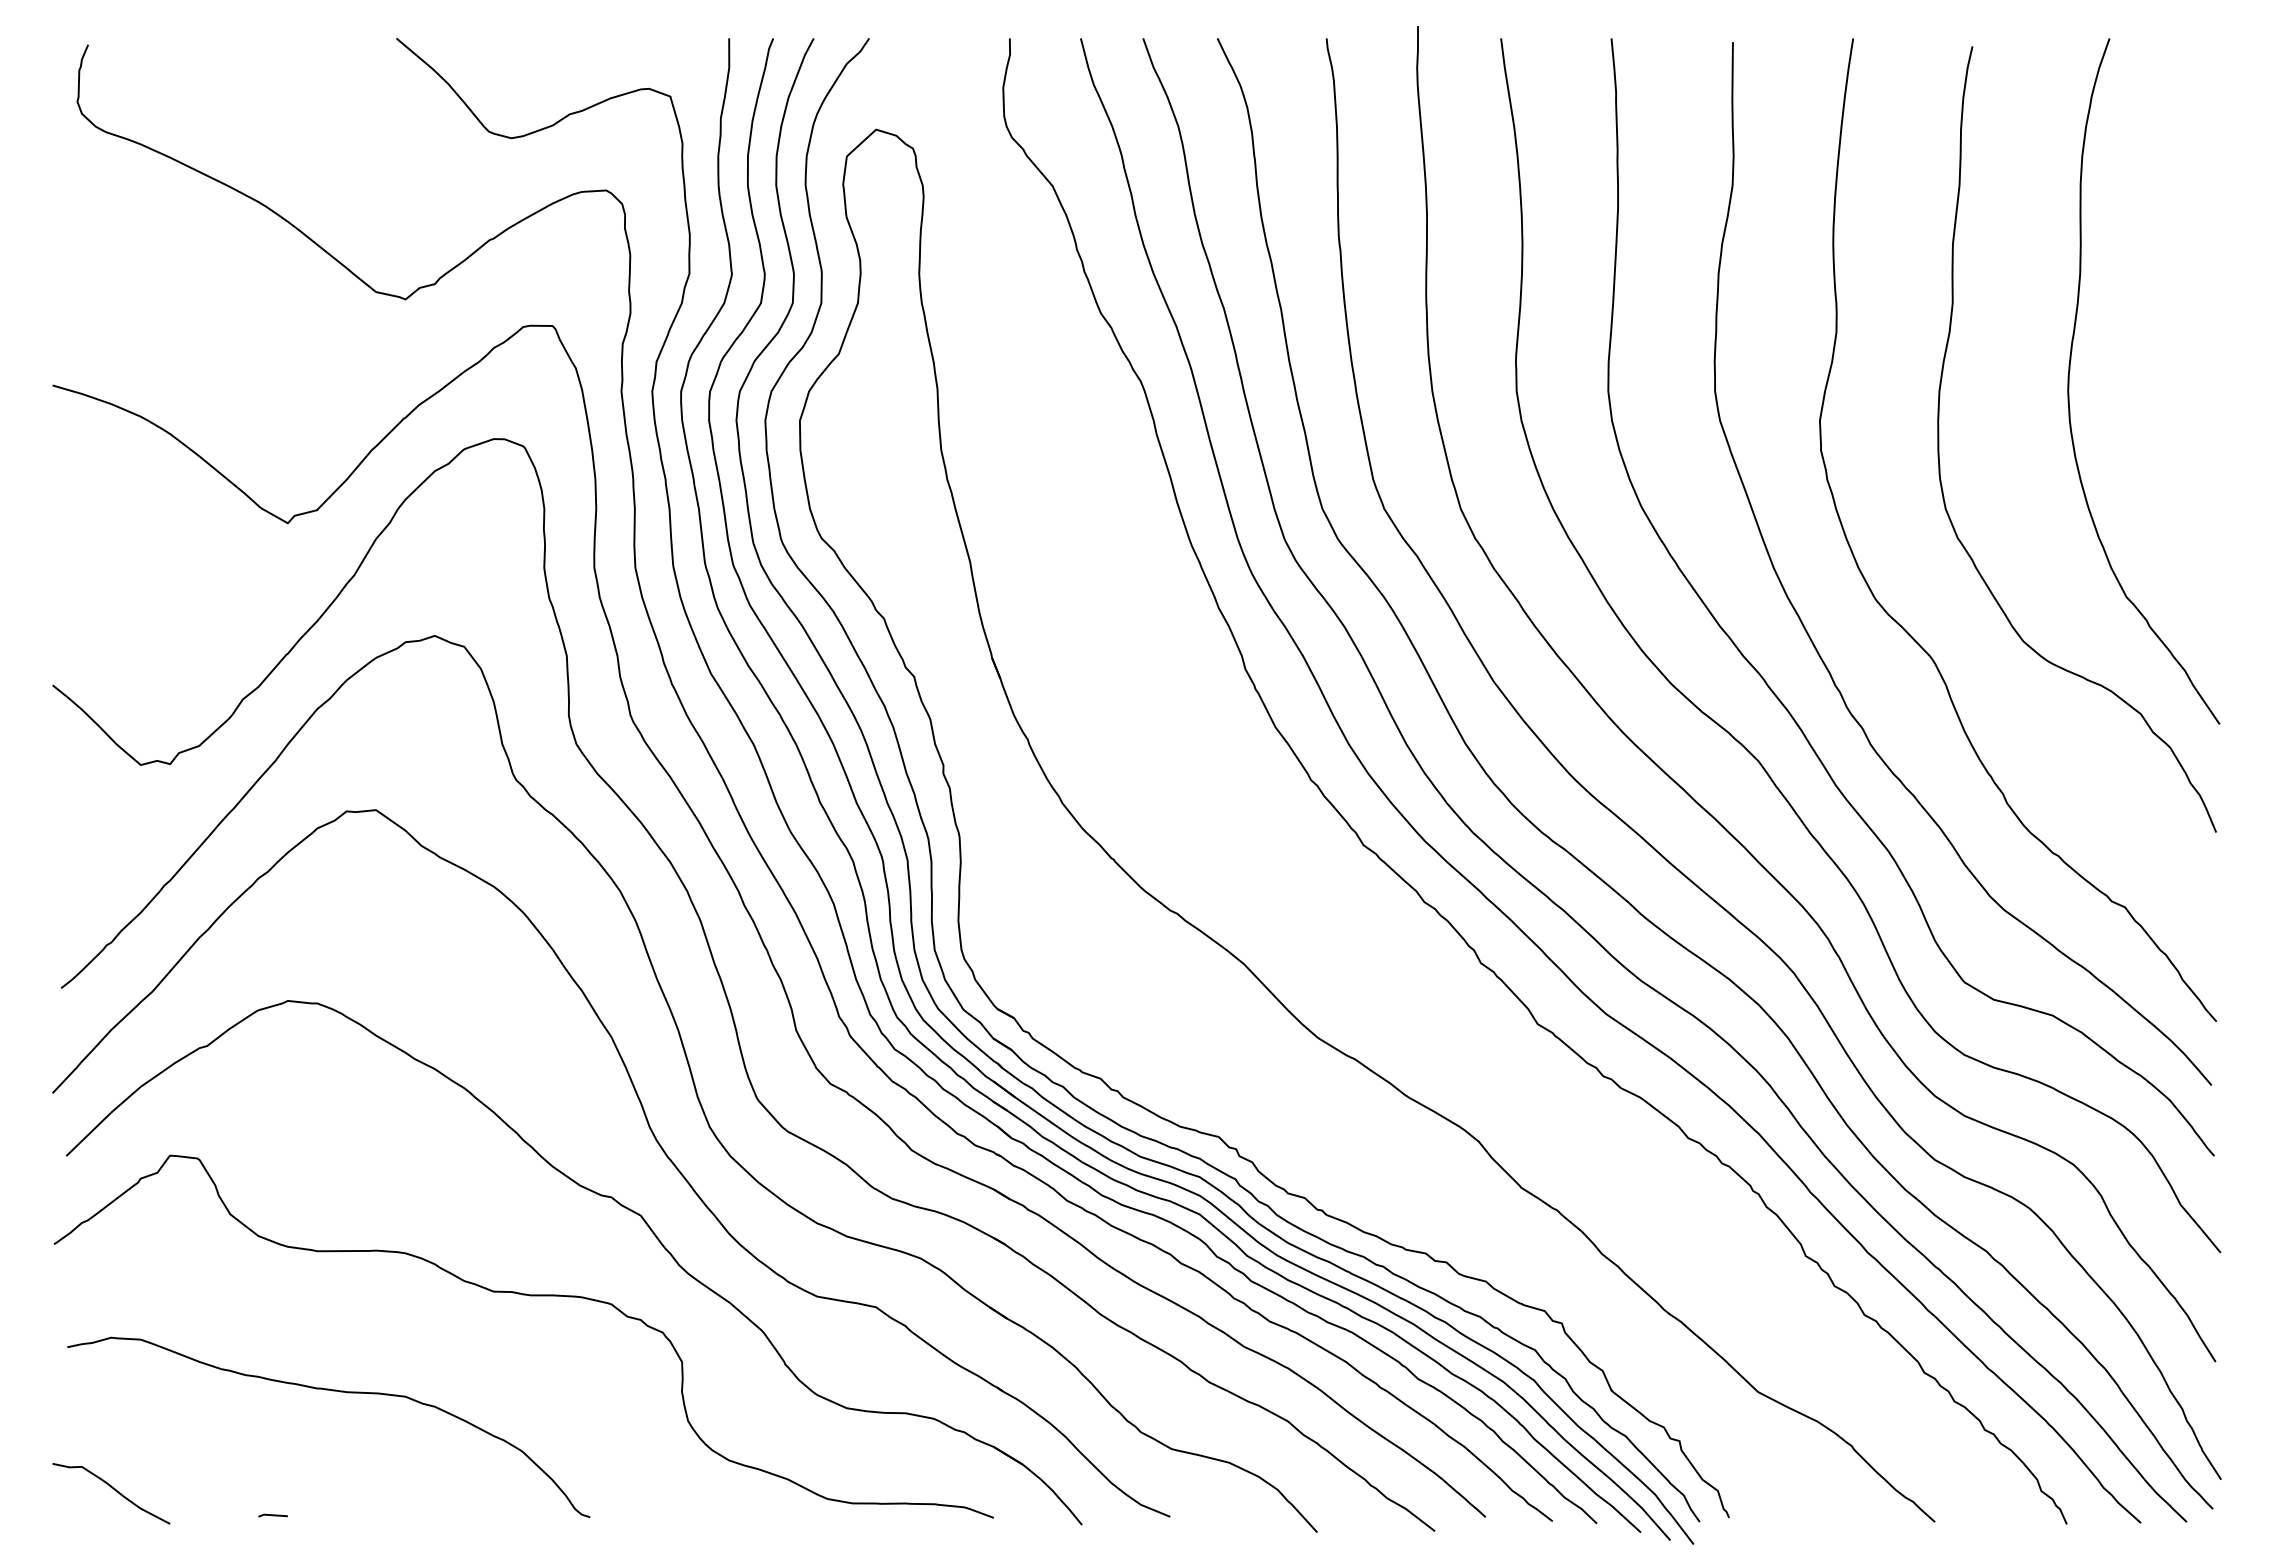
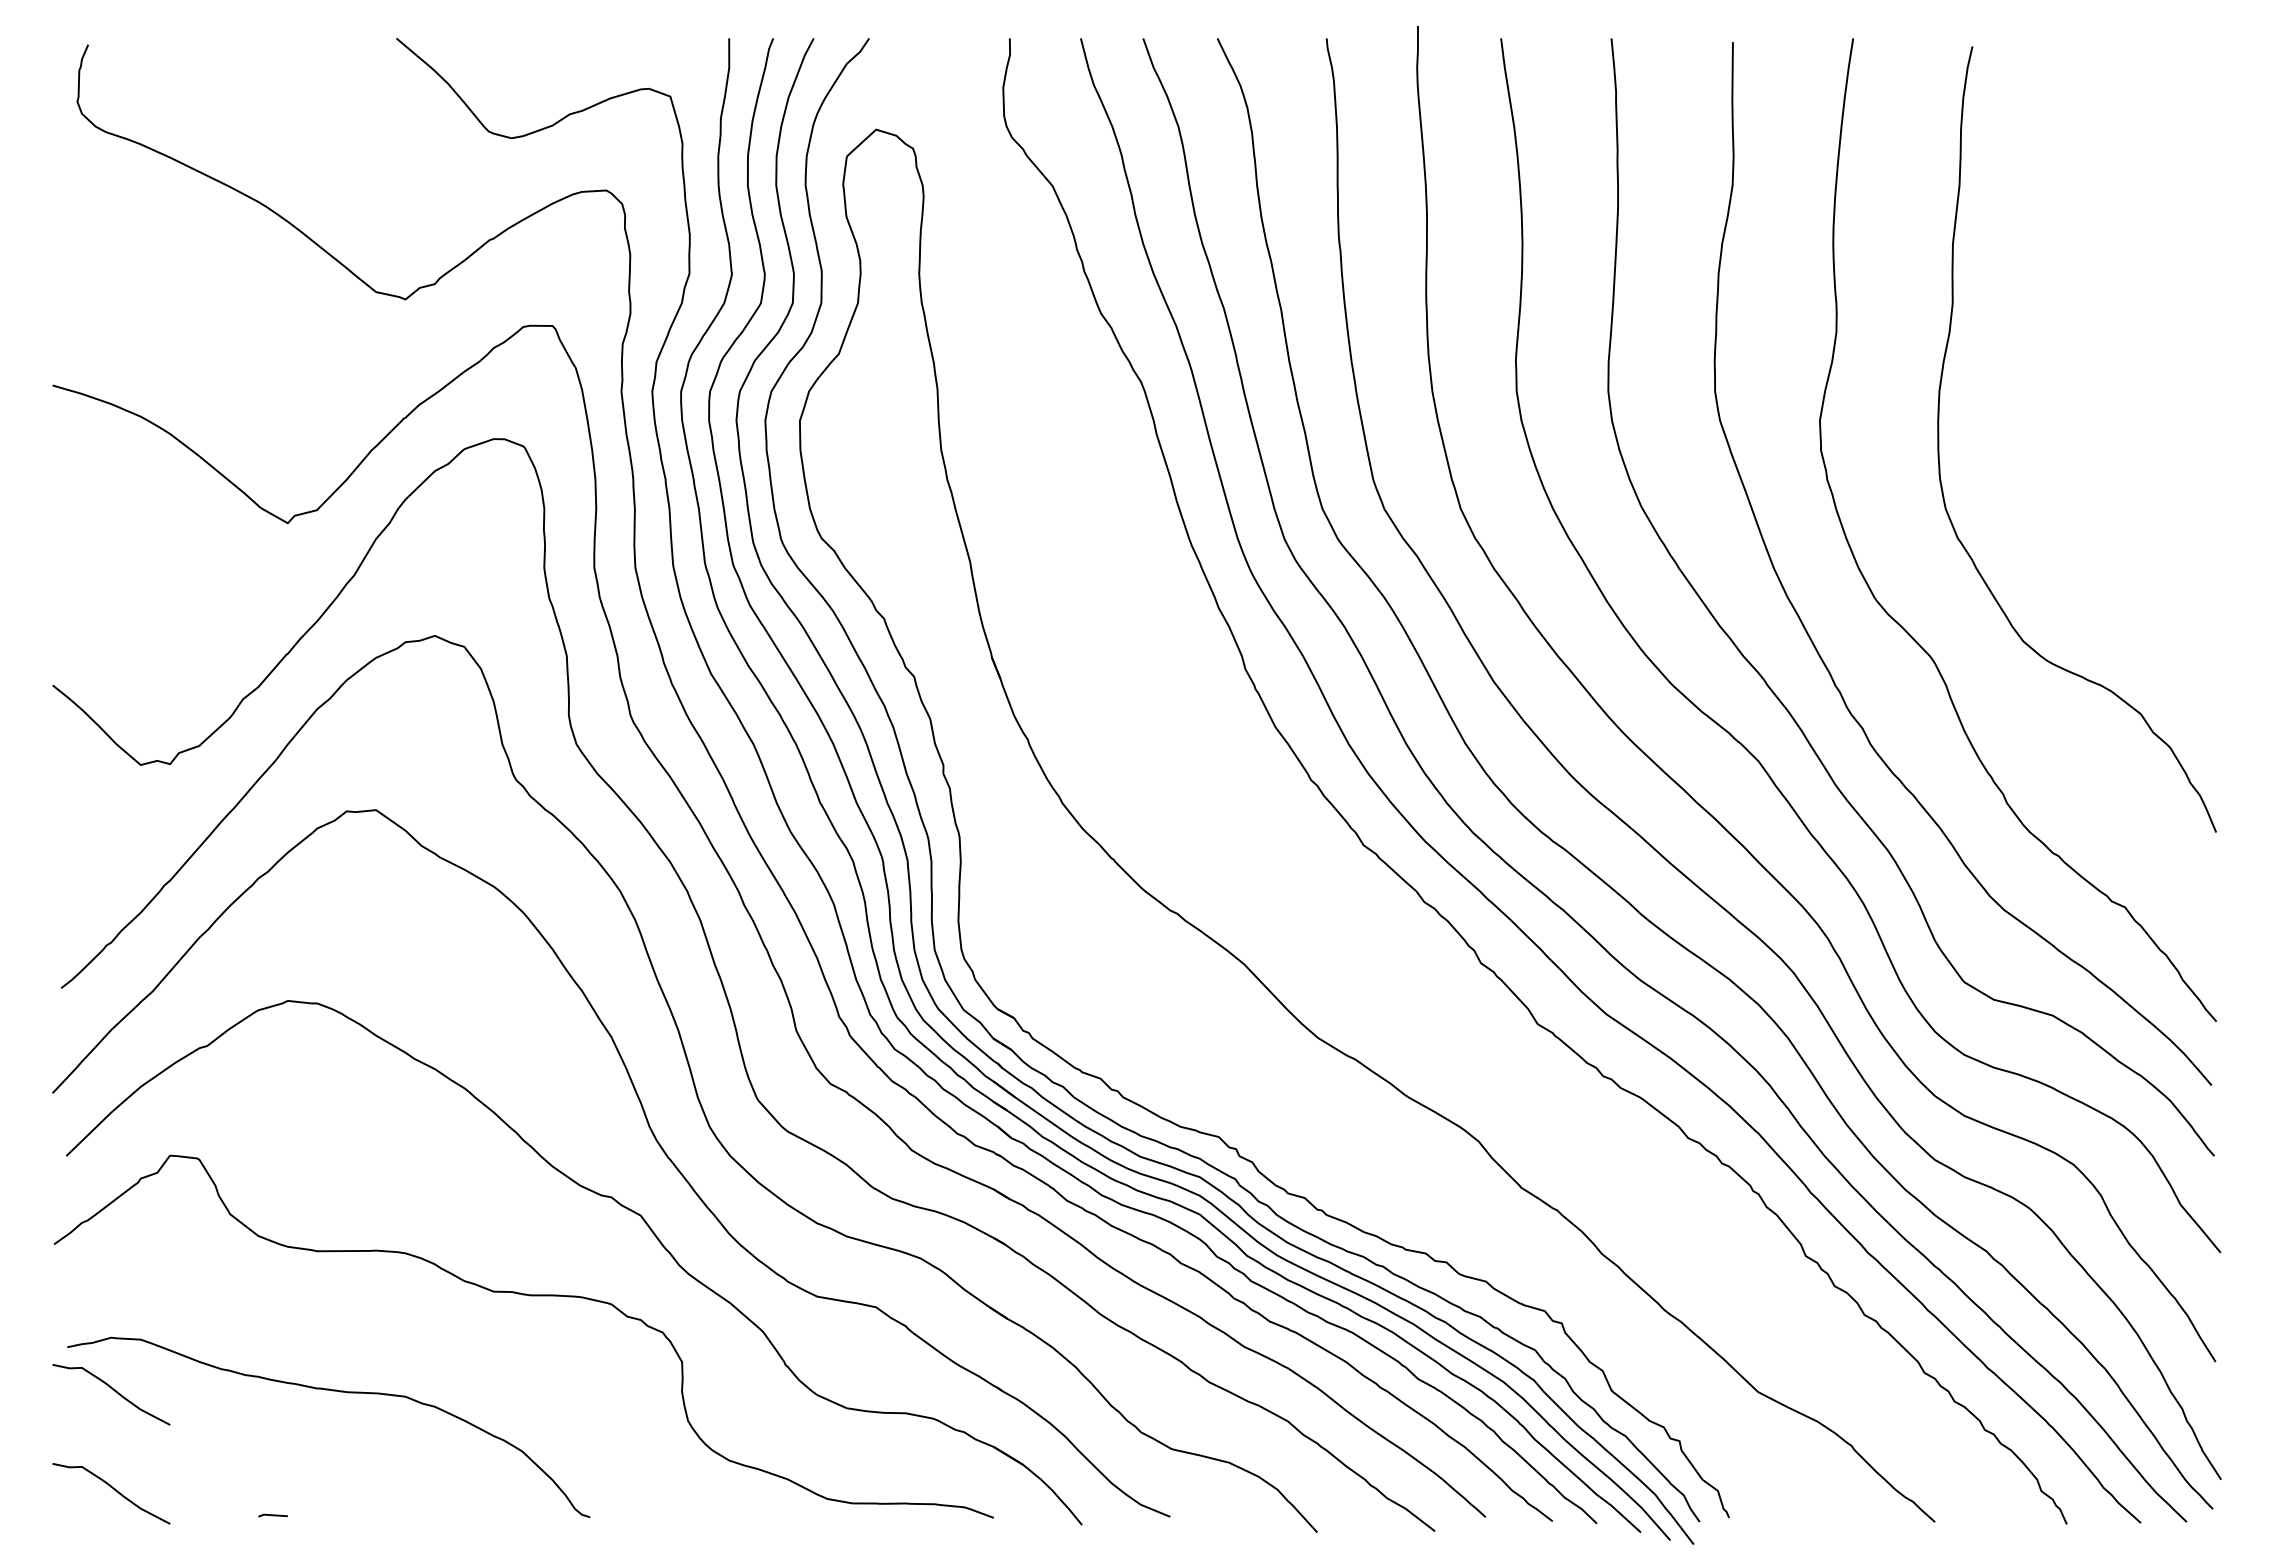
curve at (2070, 370): present -> none
curve at (114, 1391): none -> present
